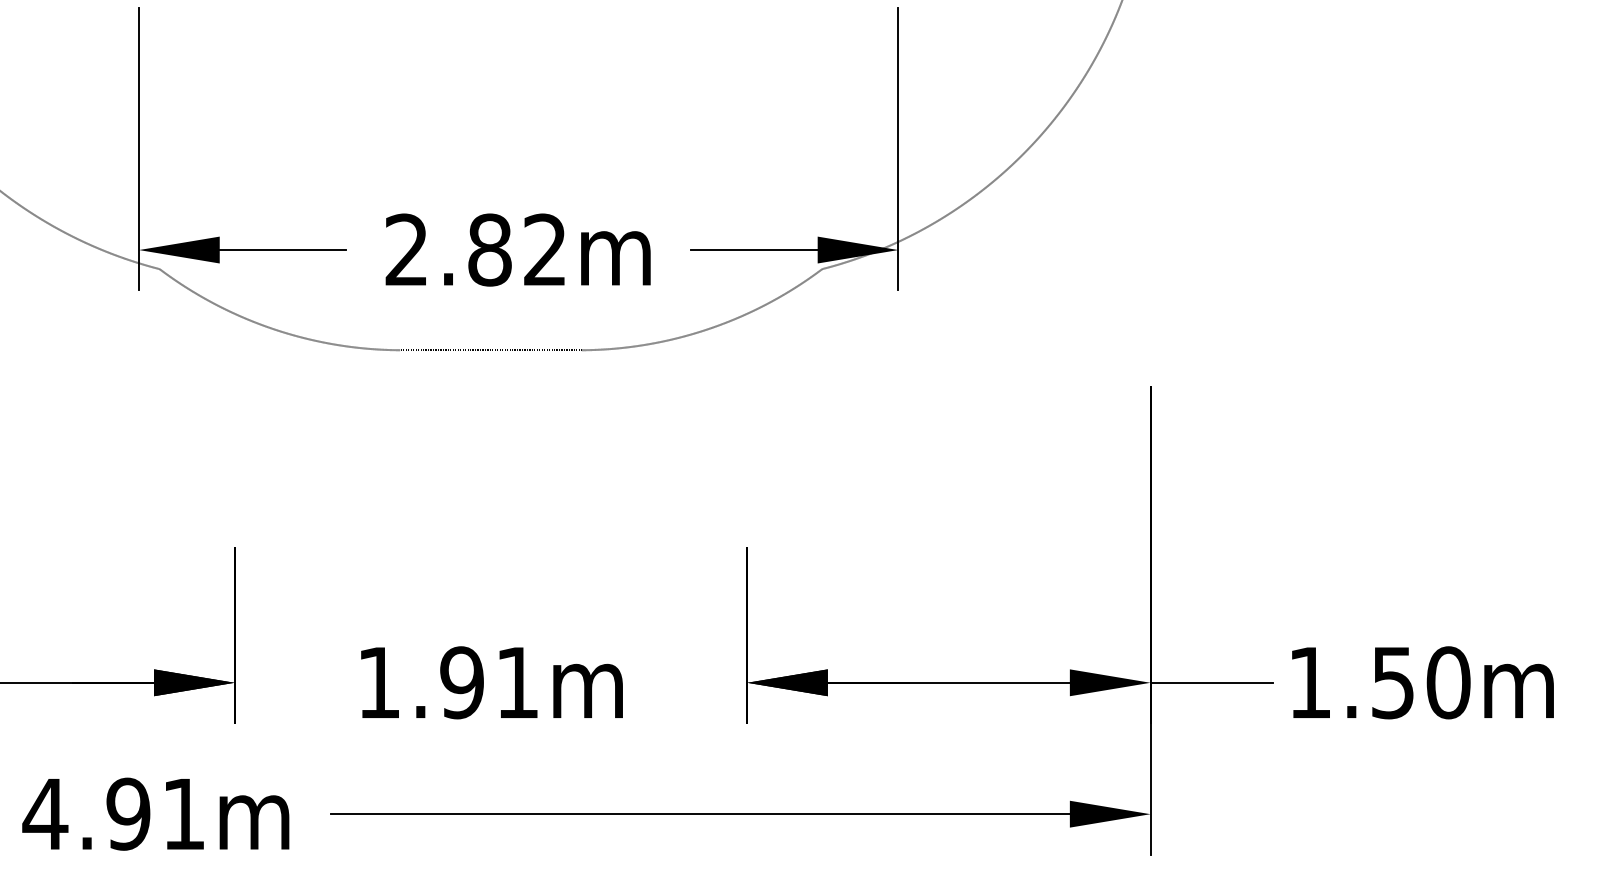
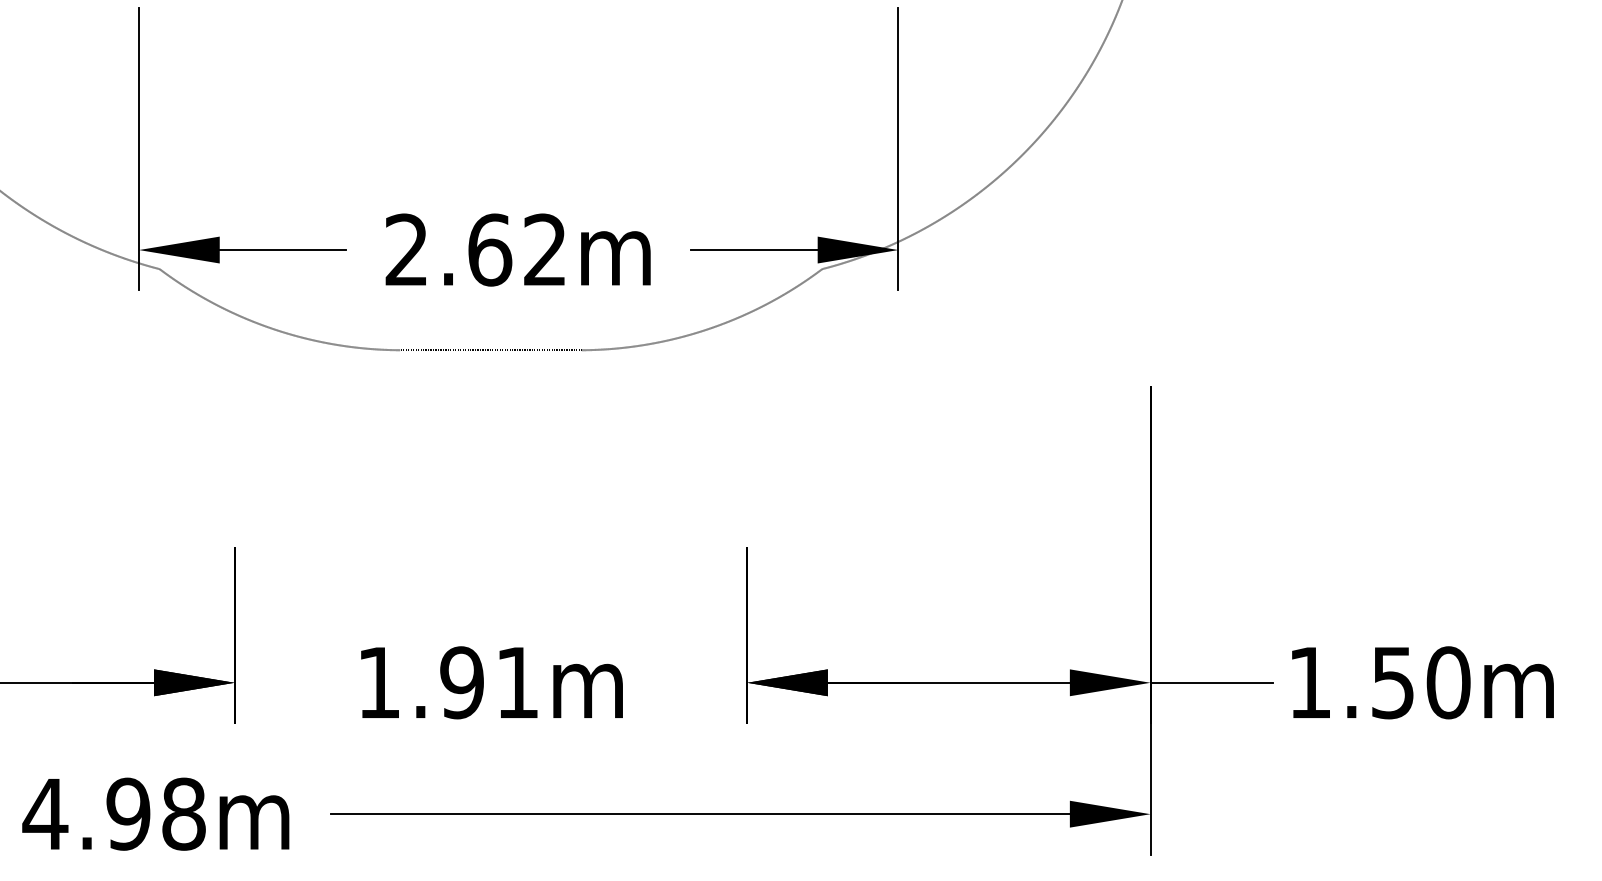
text at (490, 249): 2.82m -> 2.62m
text at (183, 813): 4.91m -> 4.98m
